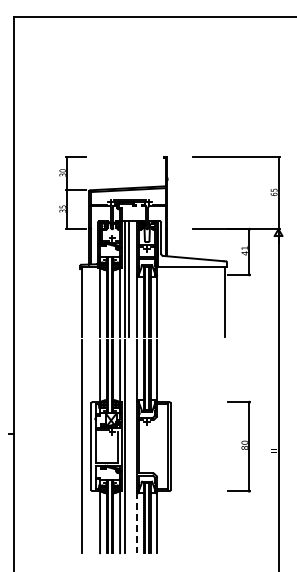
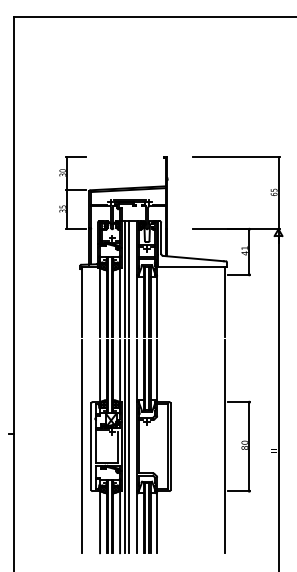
line at (128, 446): none -> present
line at (224, 446): none -> present
line at (137, 522): dashed -> solid
